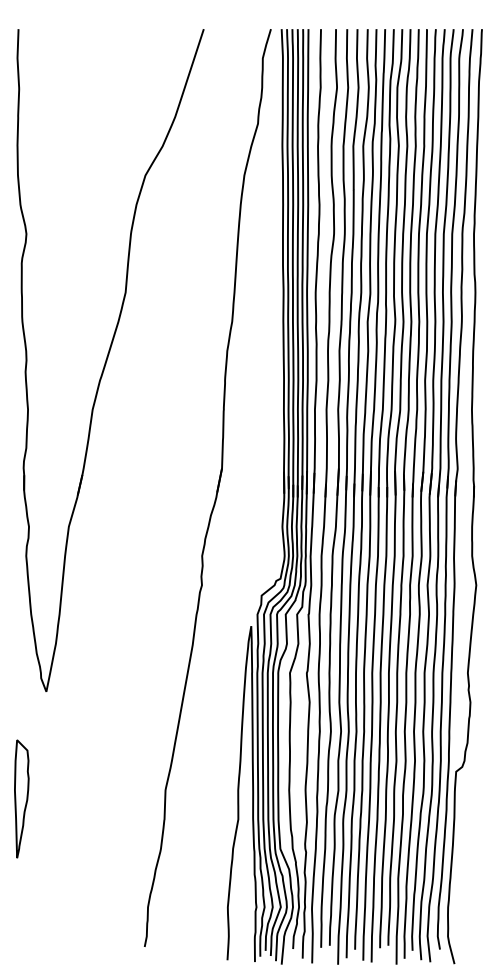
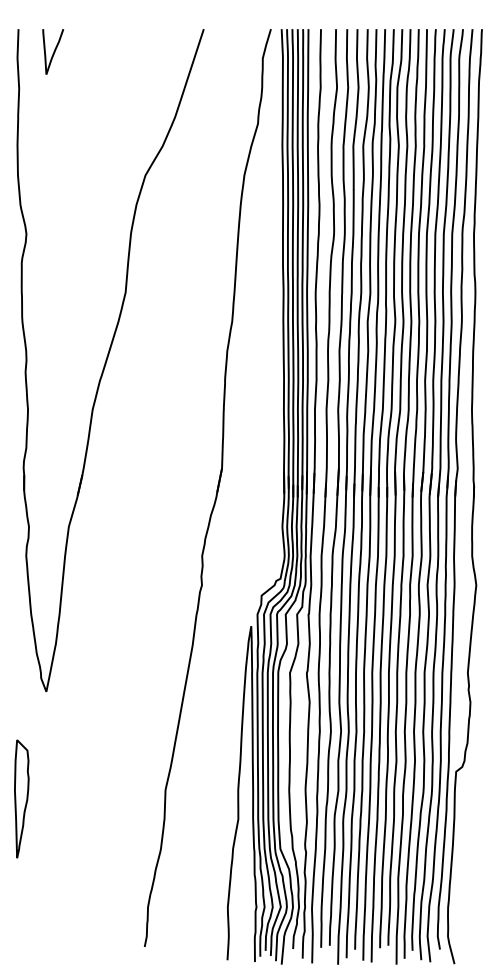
curve at (53, 51): none -> present
